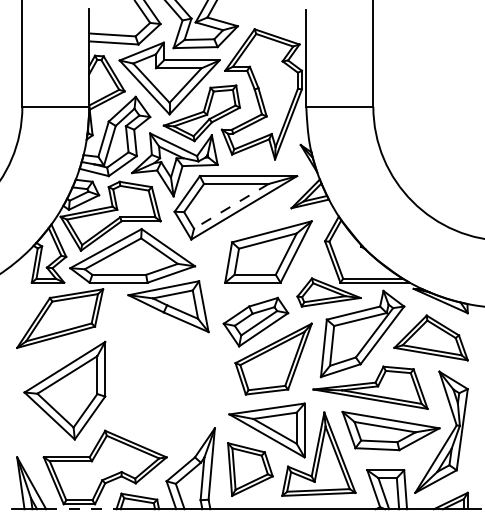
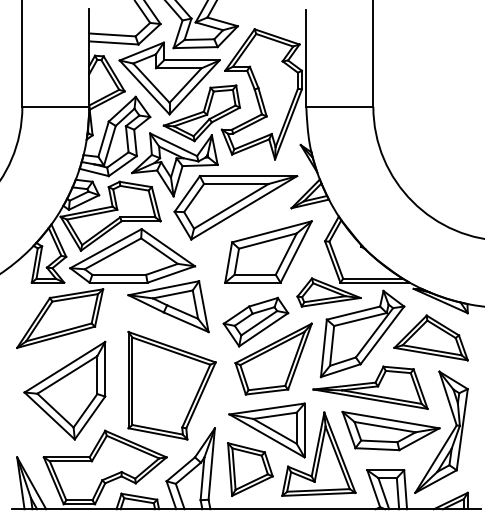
line at (230, 206): dashed -> solid
part at (171, 385): none -> present
line at (81, 509): dashed -> solid
